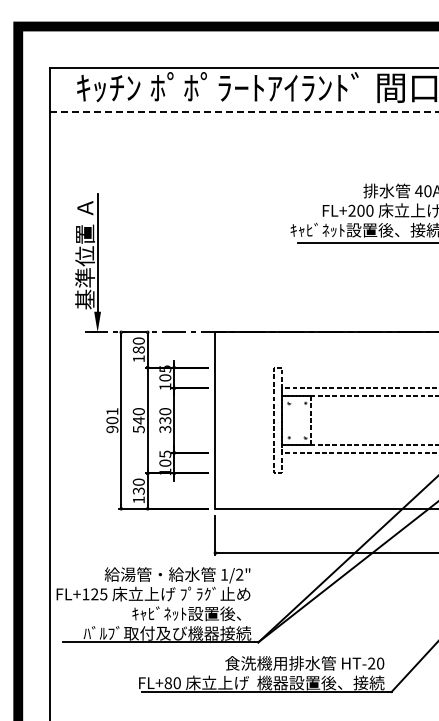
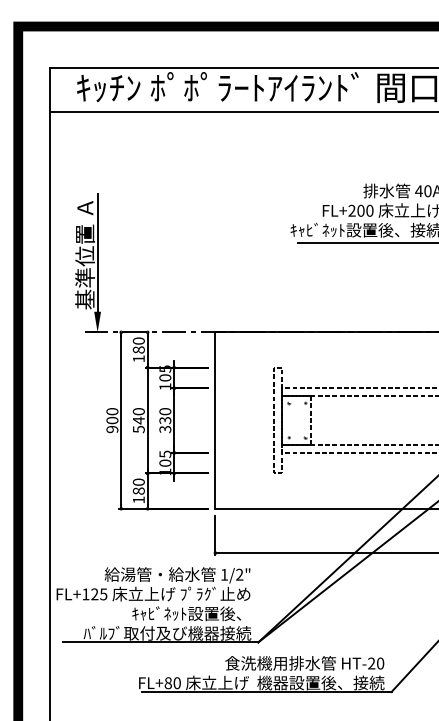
line at (244, 112): dashed -> solid
text at (112, 411): 901 -> 900
text at (138, 490): 130 -> 180
